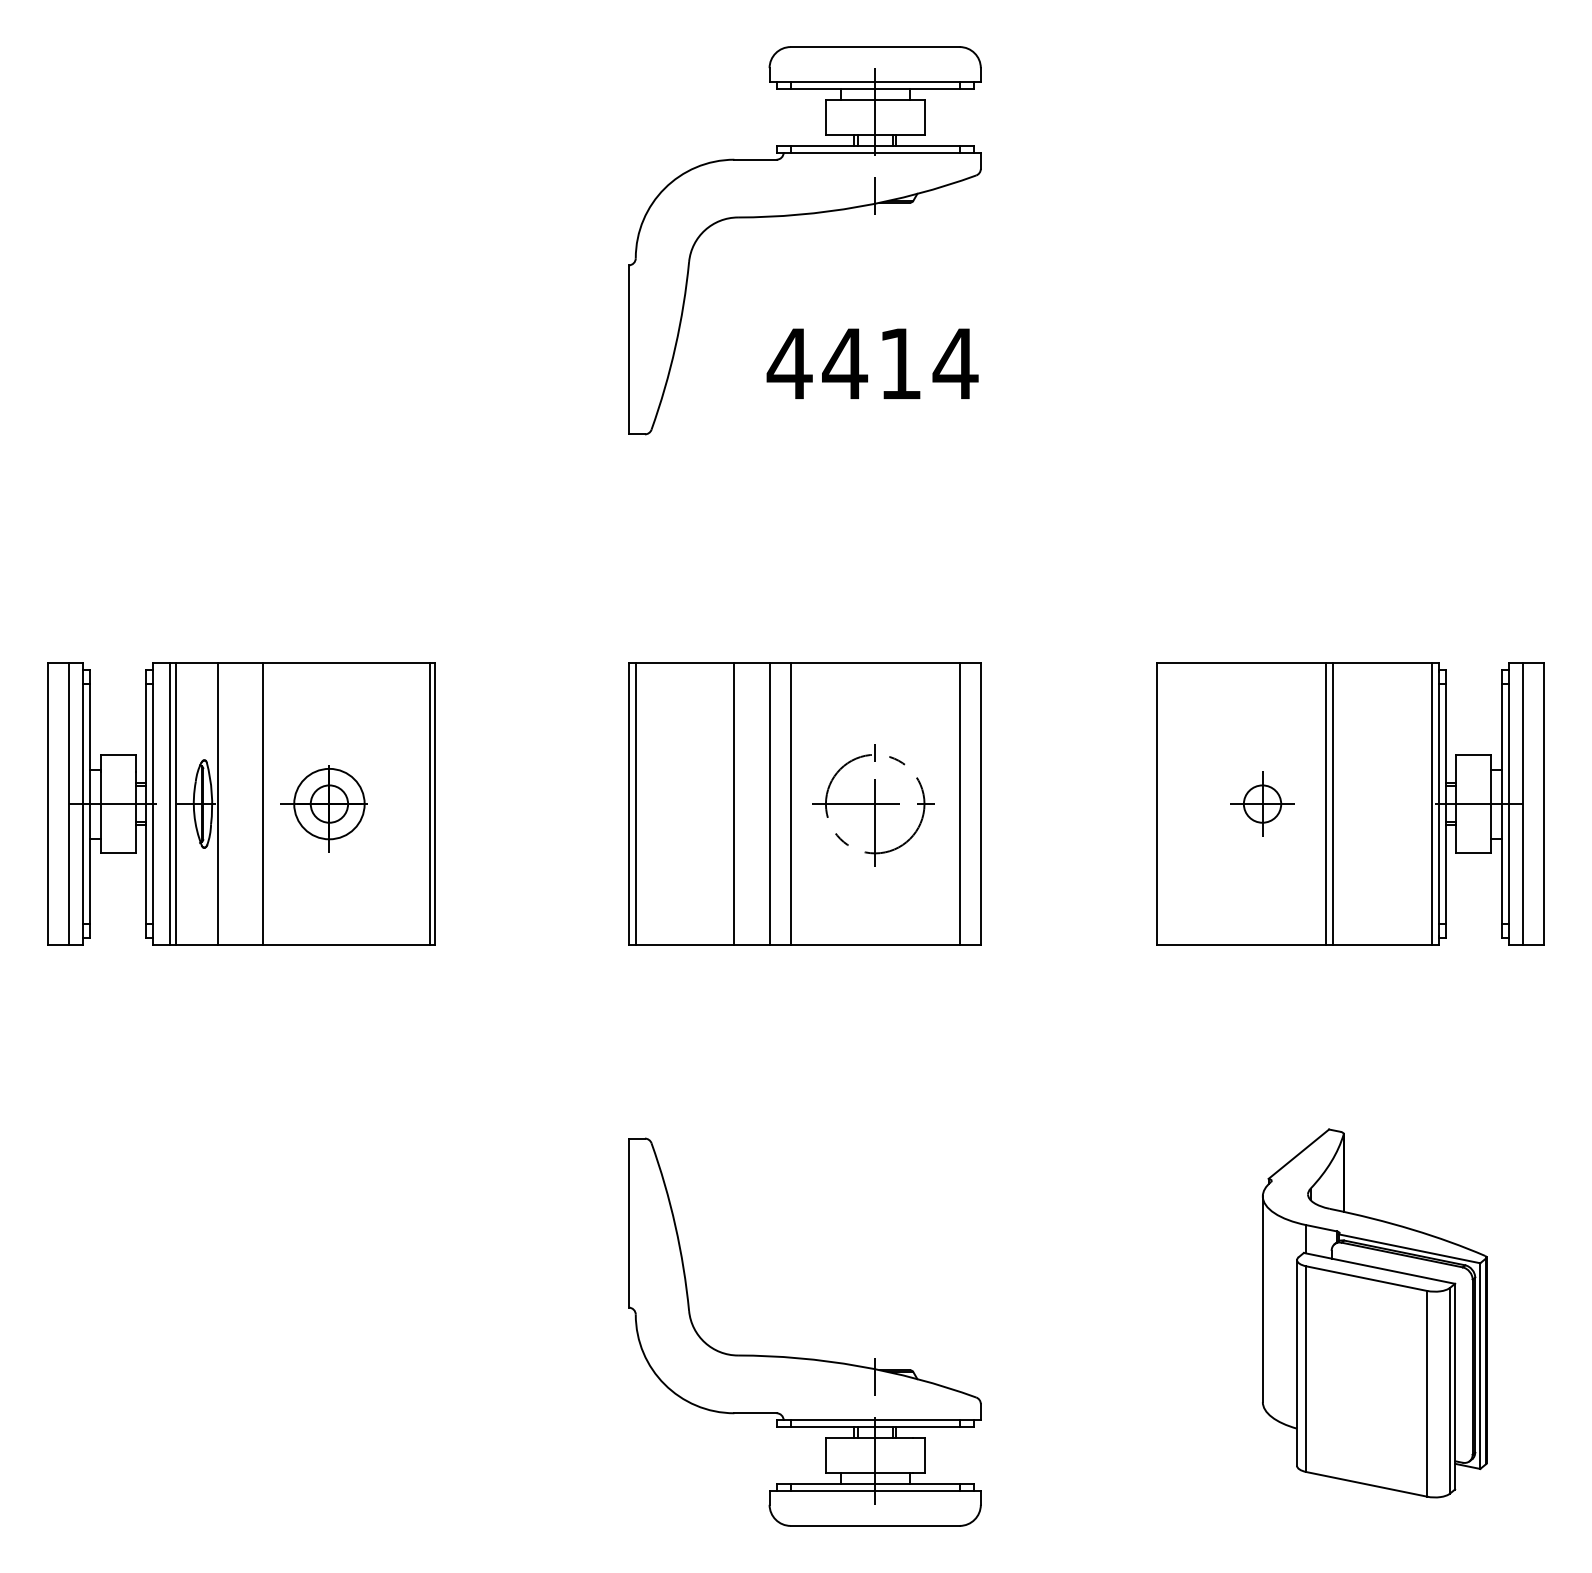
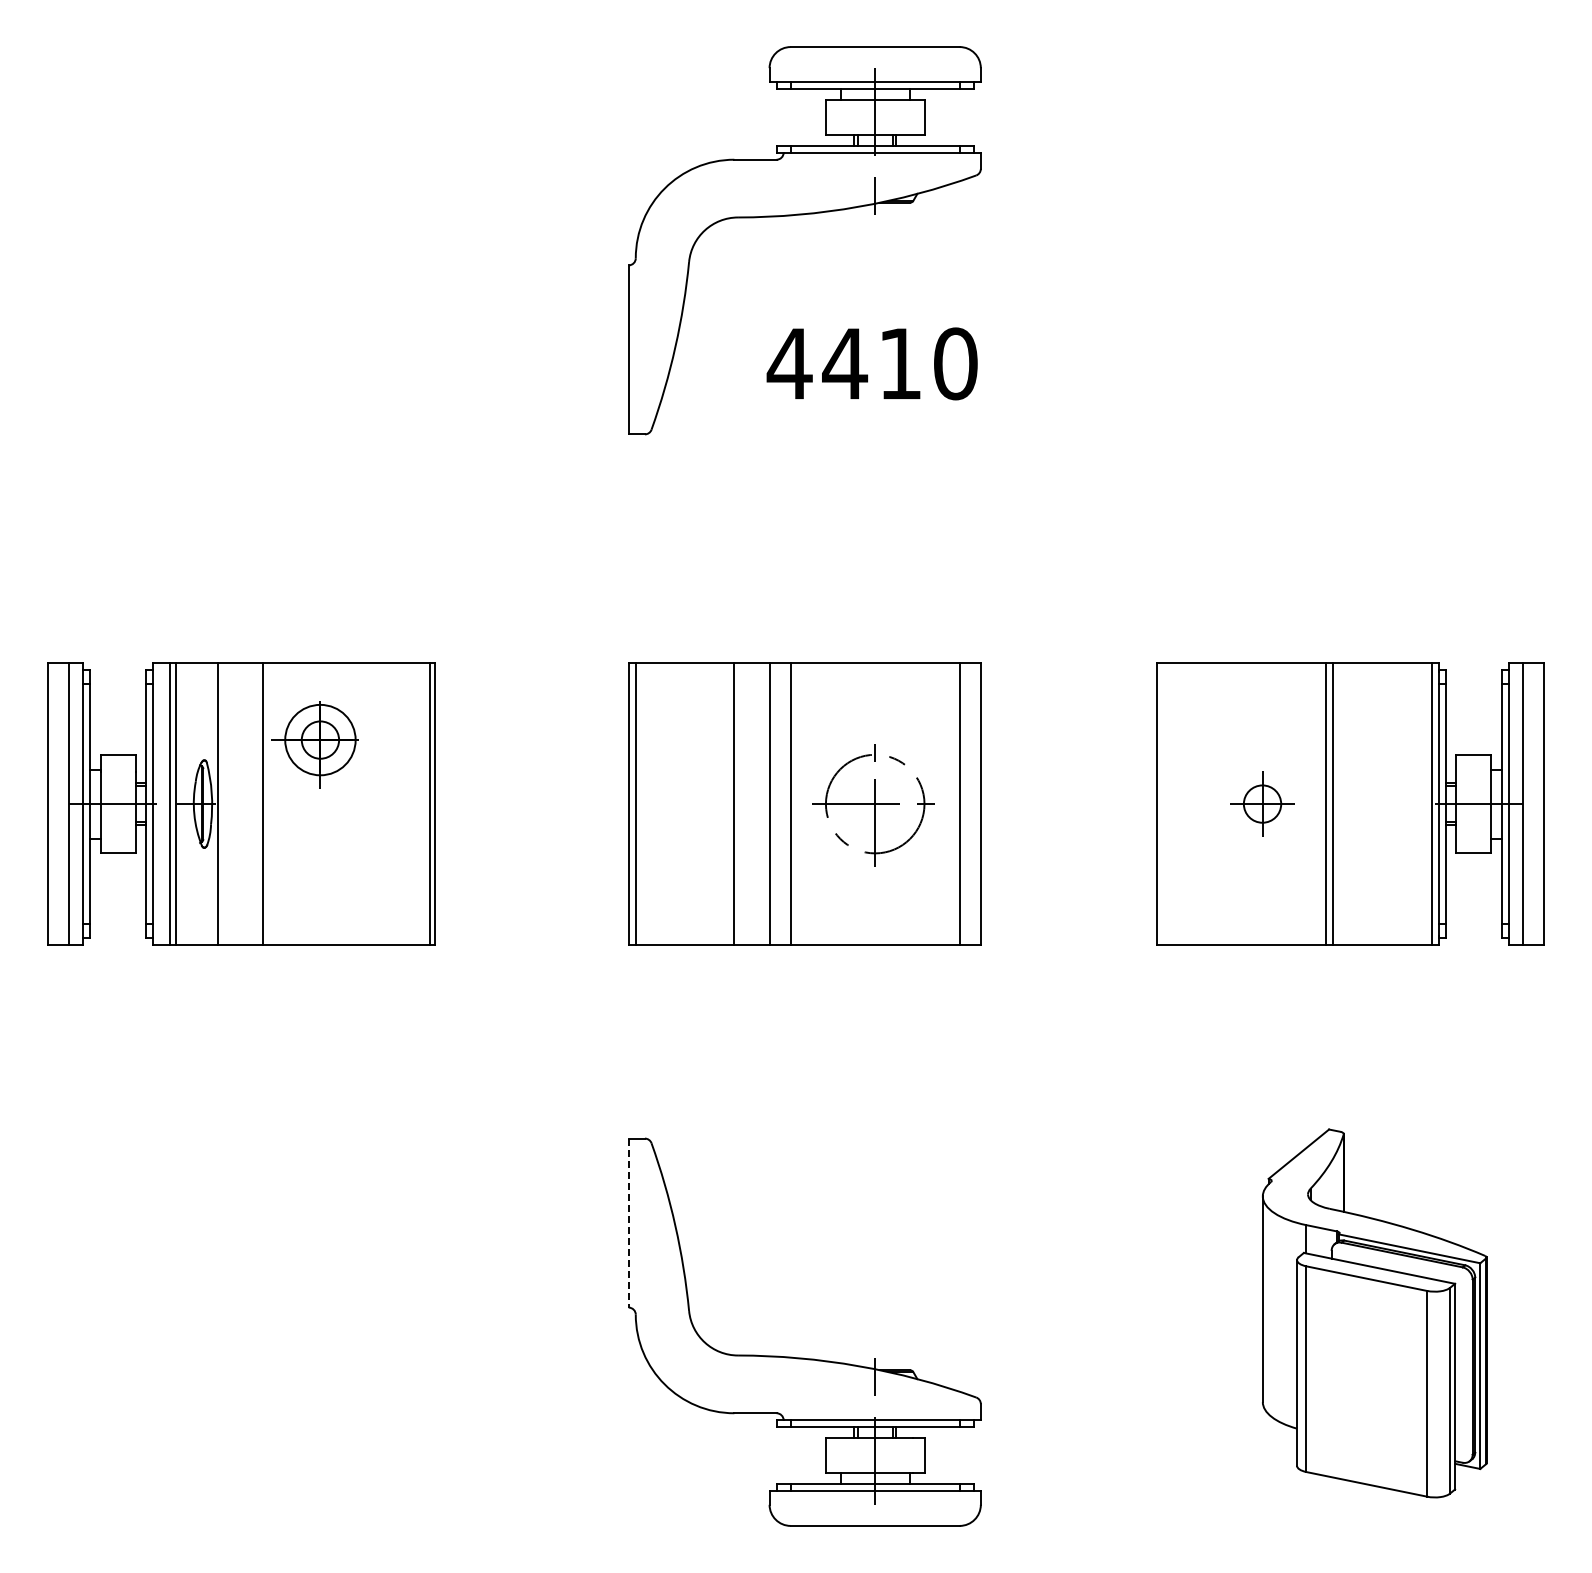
text at (955, 363): 4414 -> 4410
part at (323, 808) position: (323, 808) -> (314, 744)
line at (628, 1223): solid -> dashed
